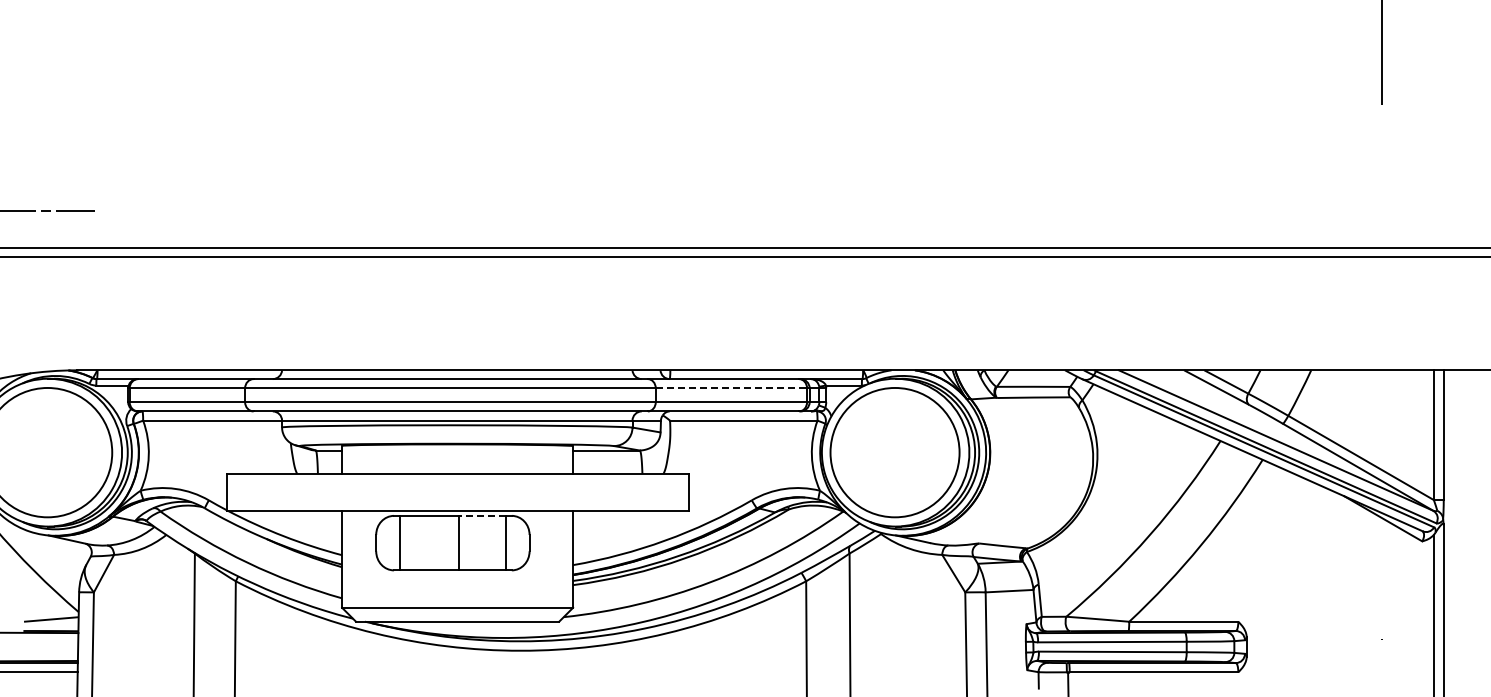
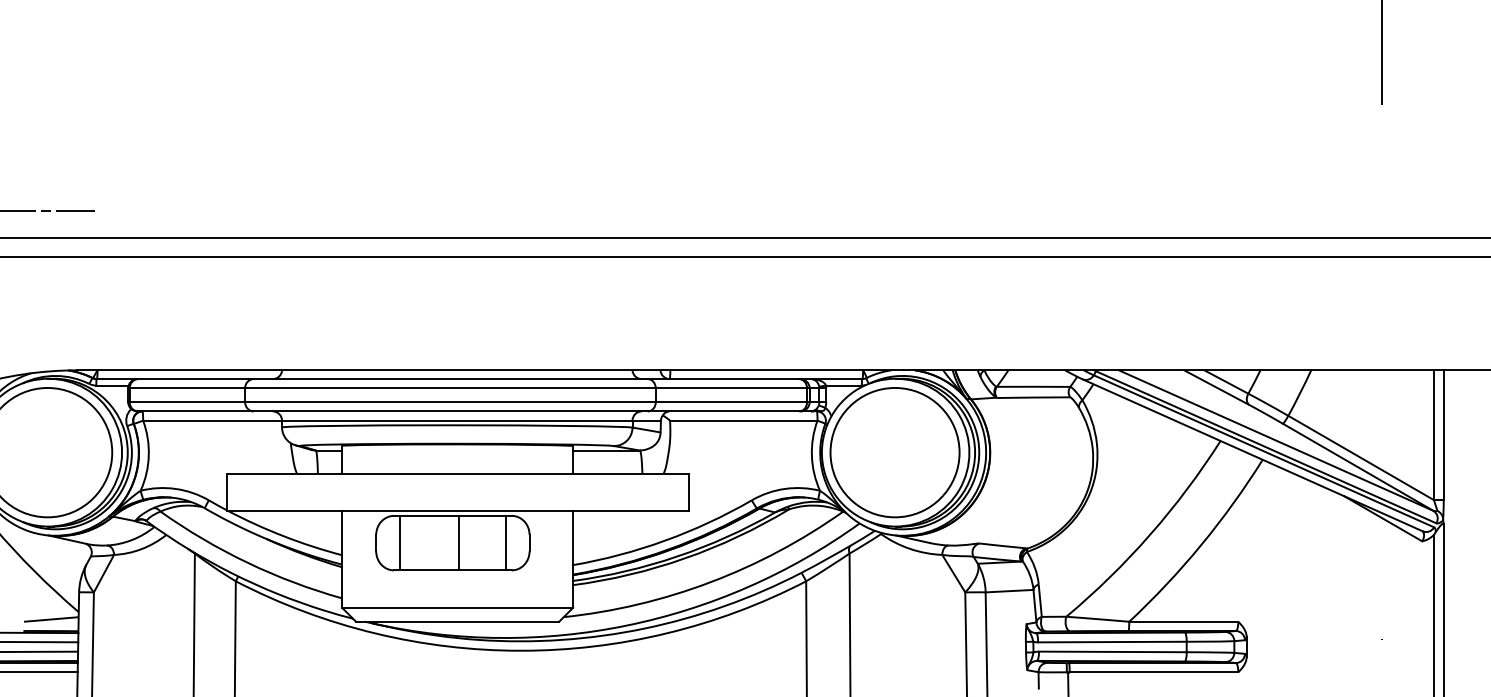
line at (744, 248) position: (744, 248) -> (744, 238)
line at (731, 388): dashed -> solid
line at (482, 515): dashed -> solid
line at (40, 641): none -> present
line at (40, 651): none -> present
